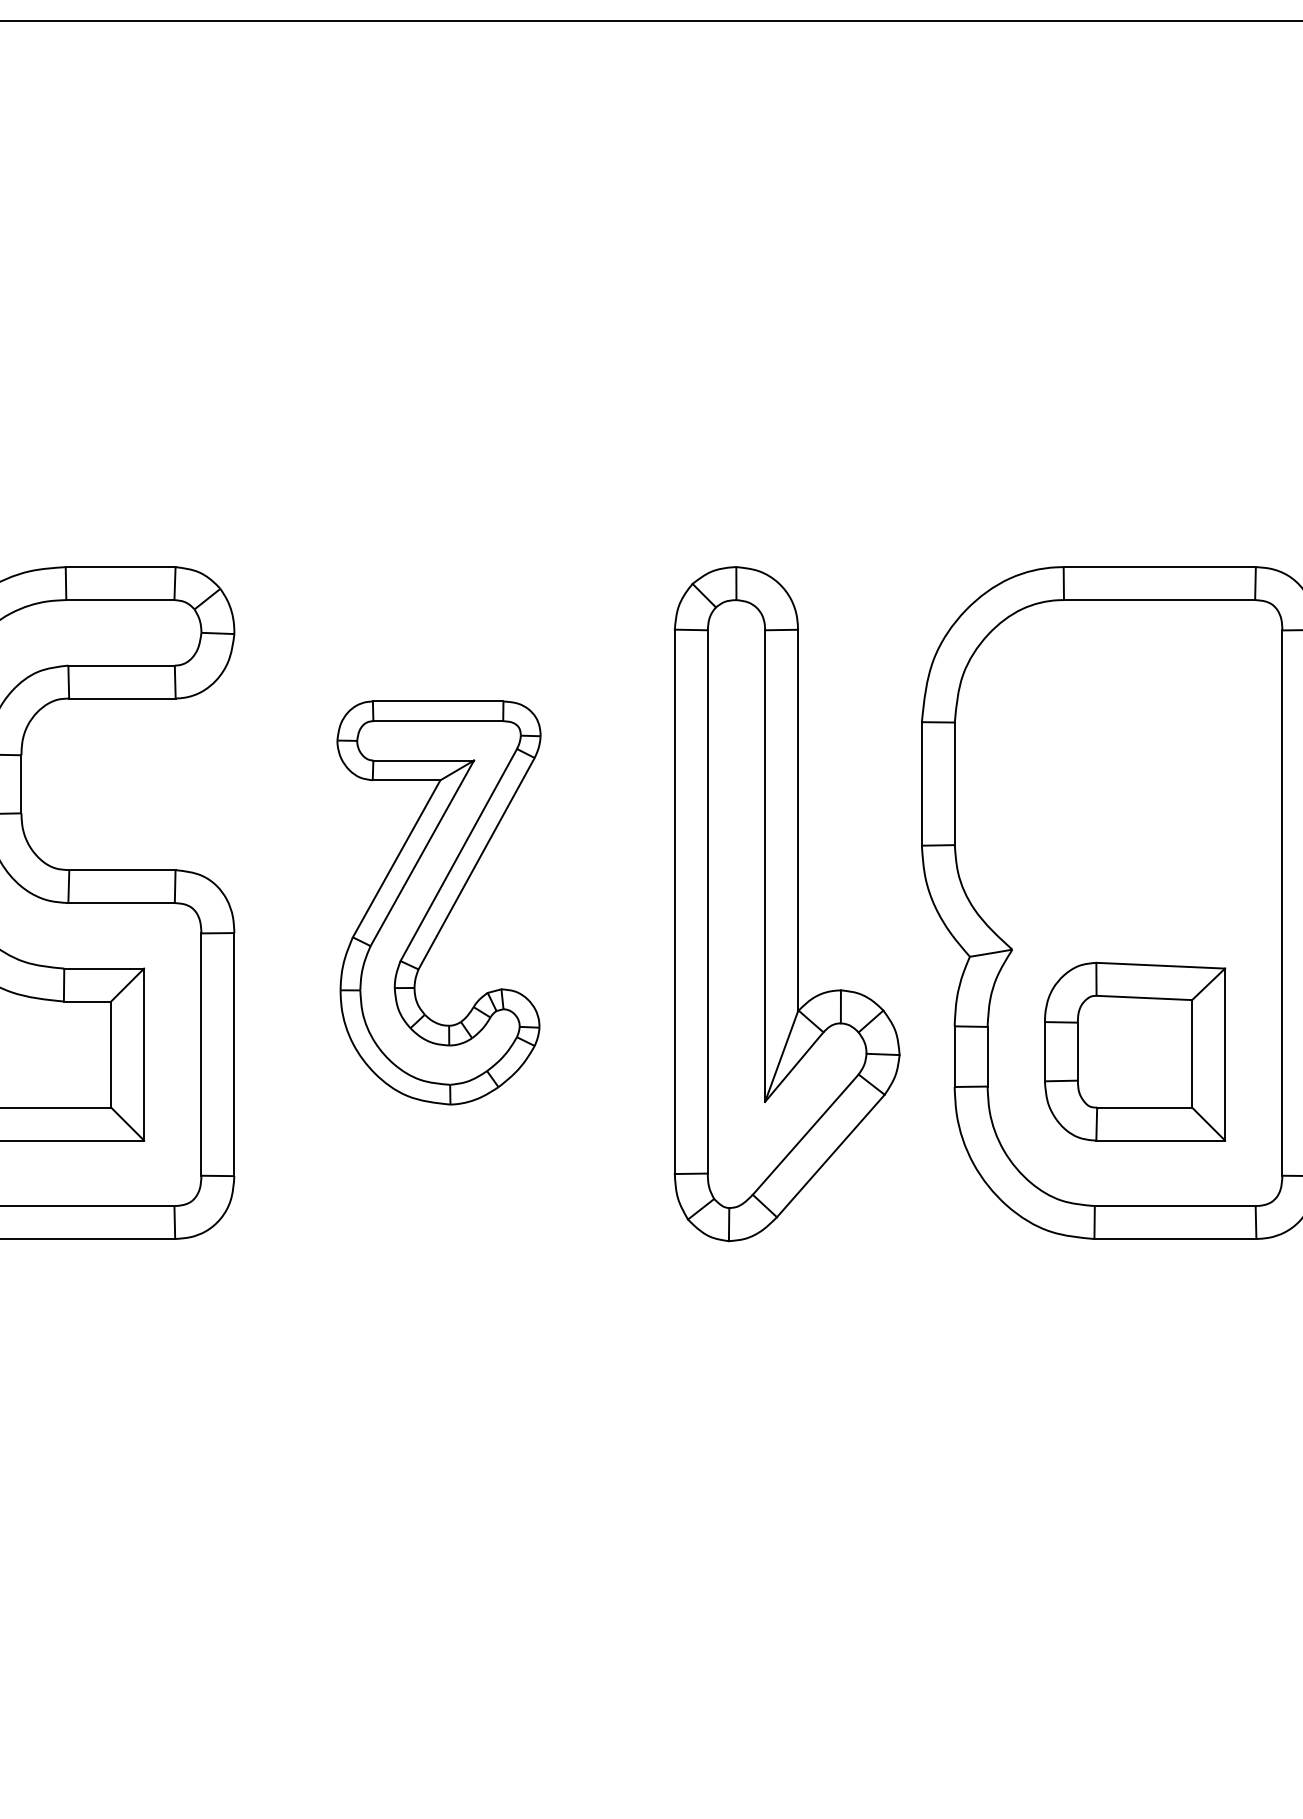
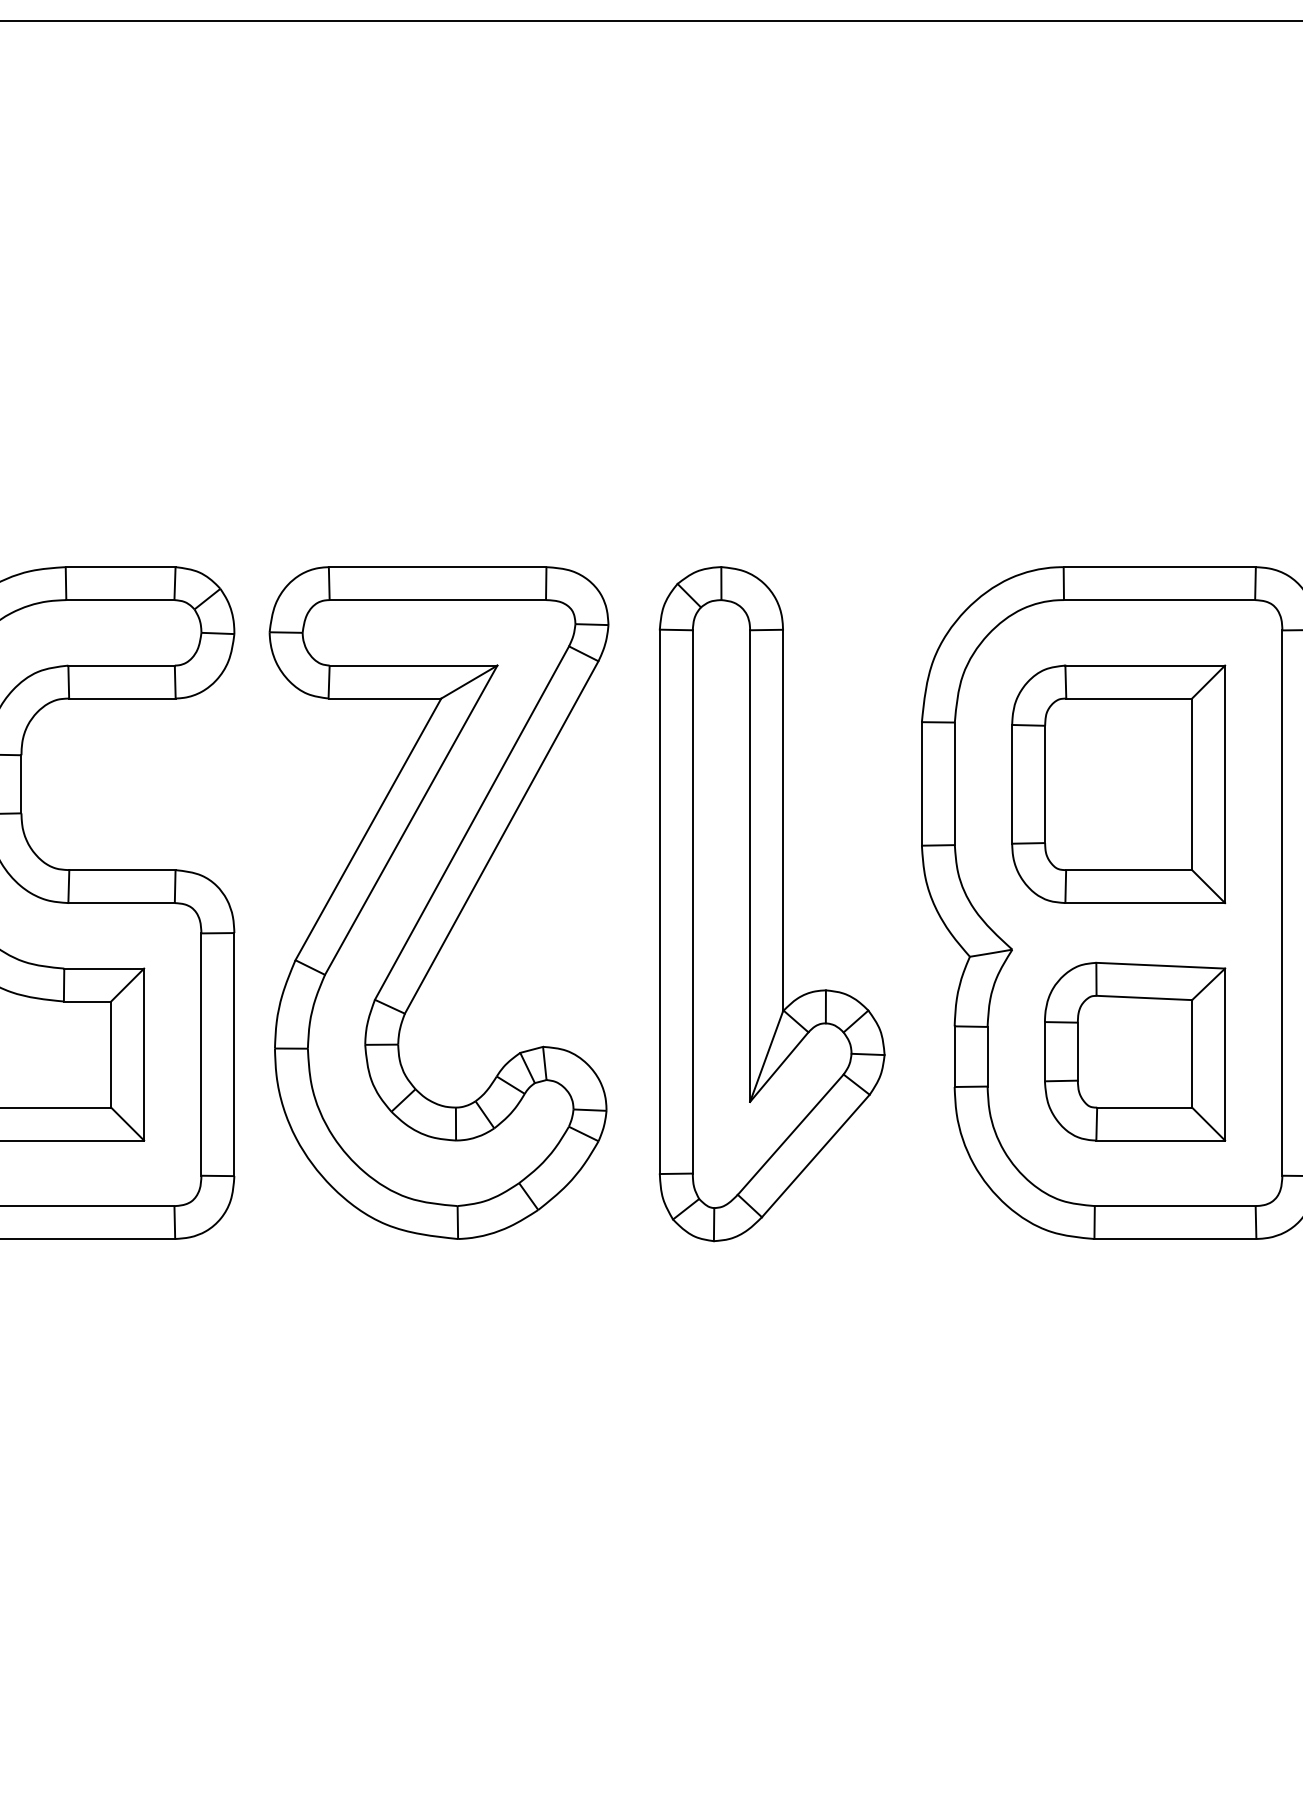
part at (1118, 784): none -> present
part at (438, 902) size: 206x406 px -> 342x674 px
part at (786, 904) position: (786, 904) -> (771, 904)
